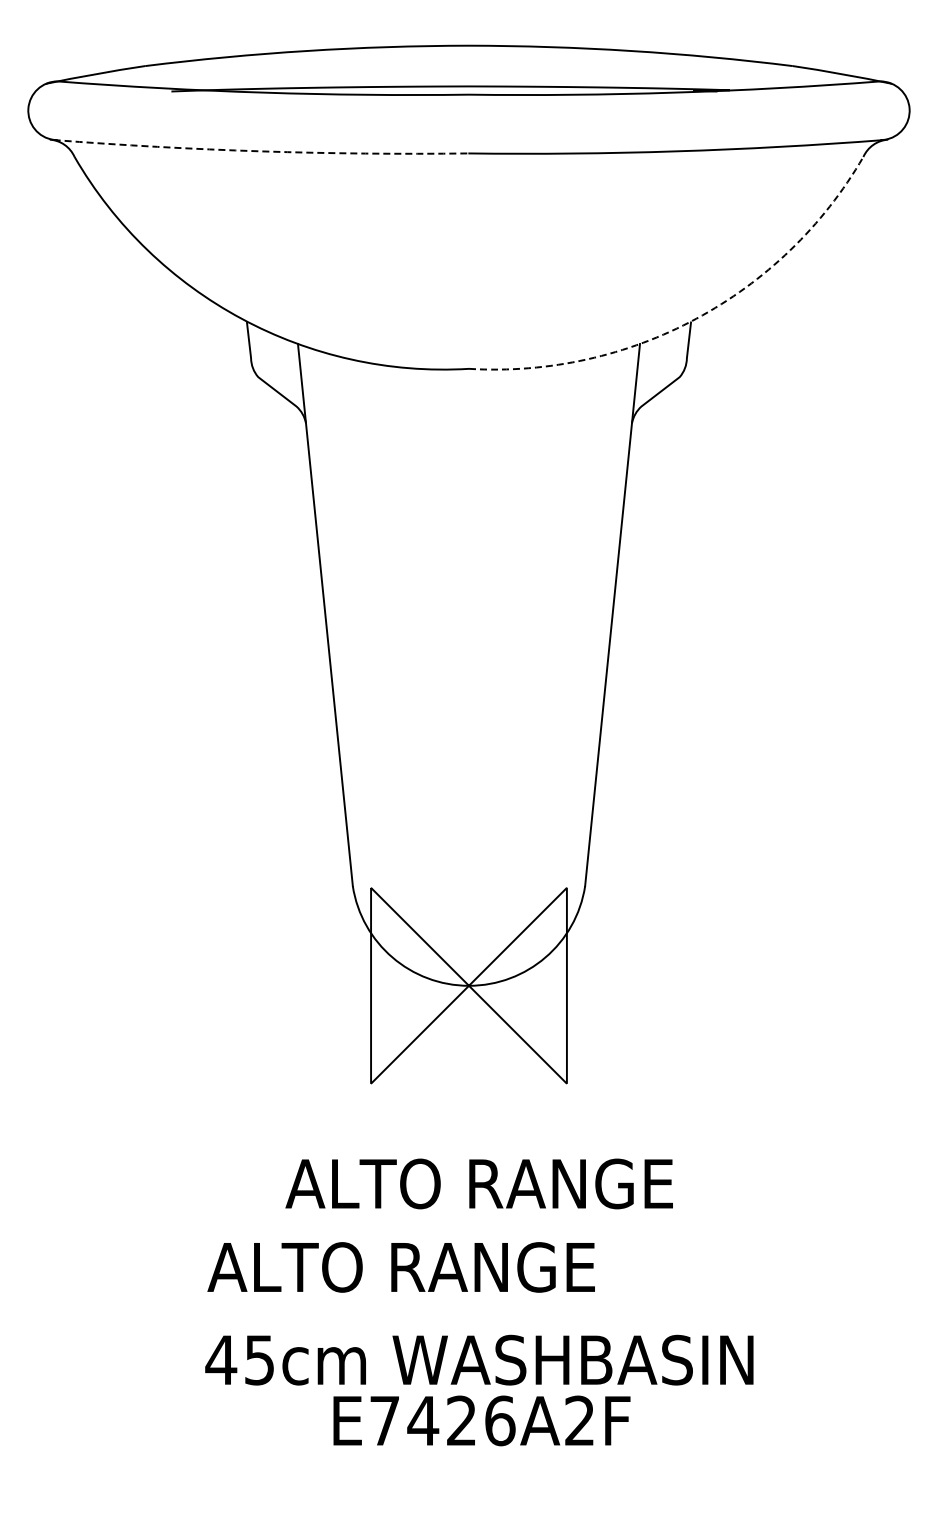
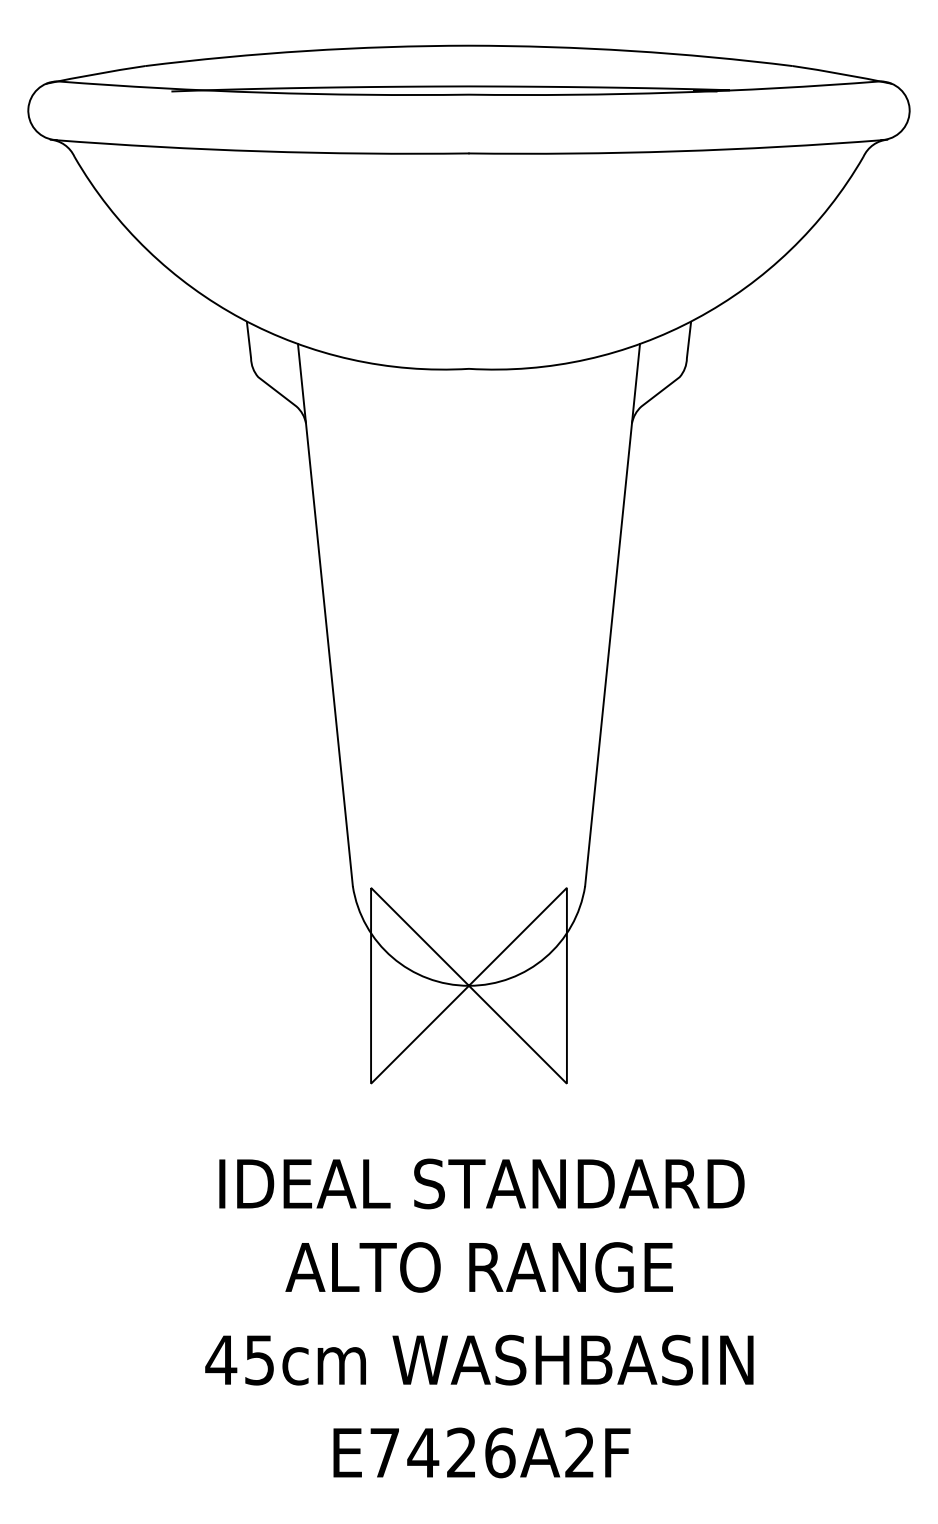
arc at (261, 151): dashed -> solid
arc at (696, 318): dashed -> solid
text at (481, 1183): ALTO RANGE -> IDEAL STANDARD
text at (400, 1267) position: (400, 1267) -> (478, 1267)
text at (481, 1420) position: (481, 1420) -> (481, 1452)
